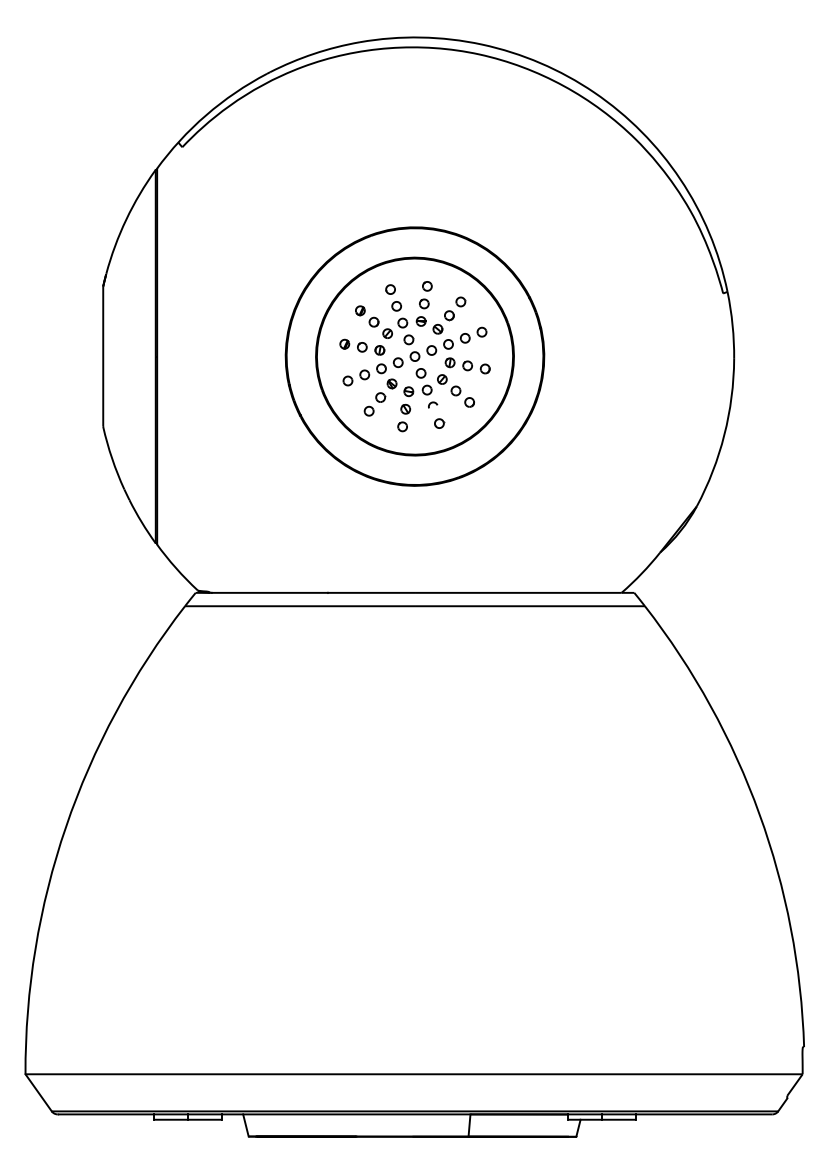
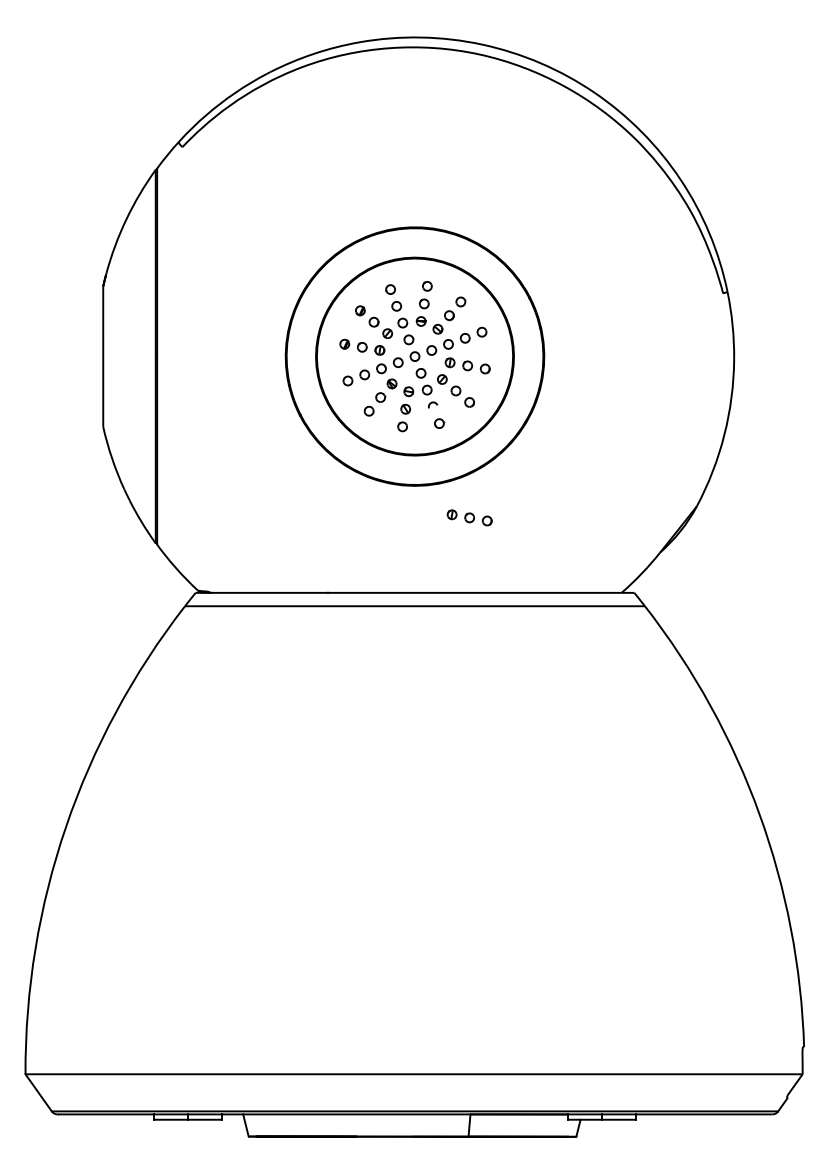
part at (469, 517): none -> present
